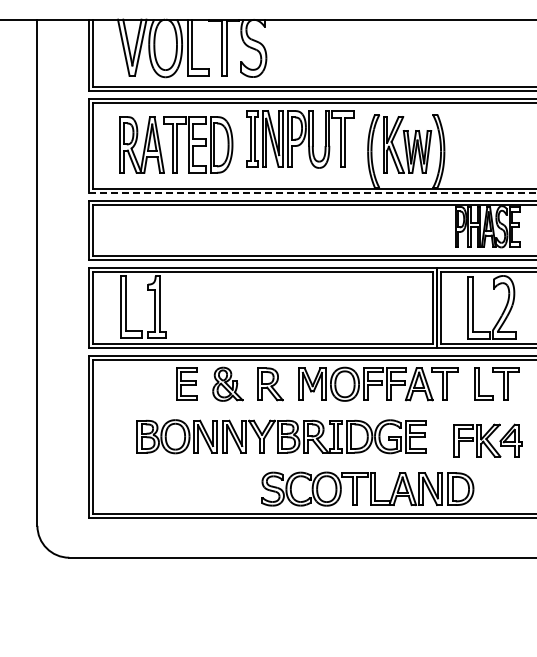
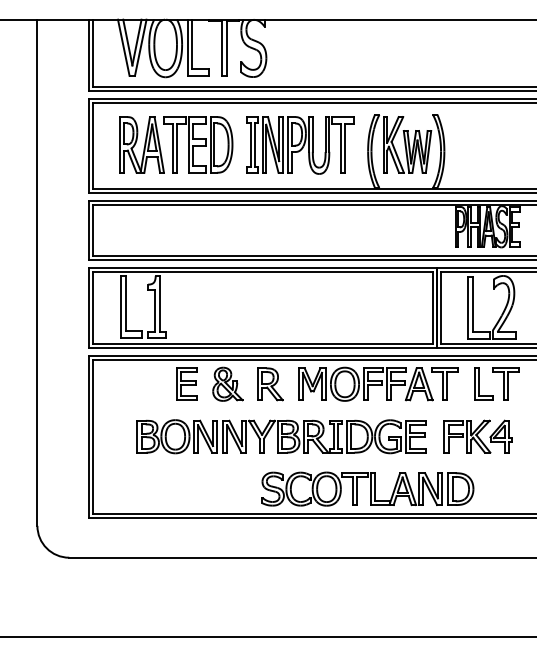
part at (300, 139) position: (300, 139) -> (300, 145)
line at (313, 193): dashed -> solid
part at (487, 440) position: (487, 440) -> (477, 436)
line at (267, 637): none -> present
